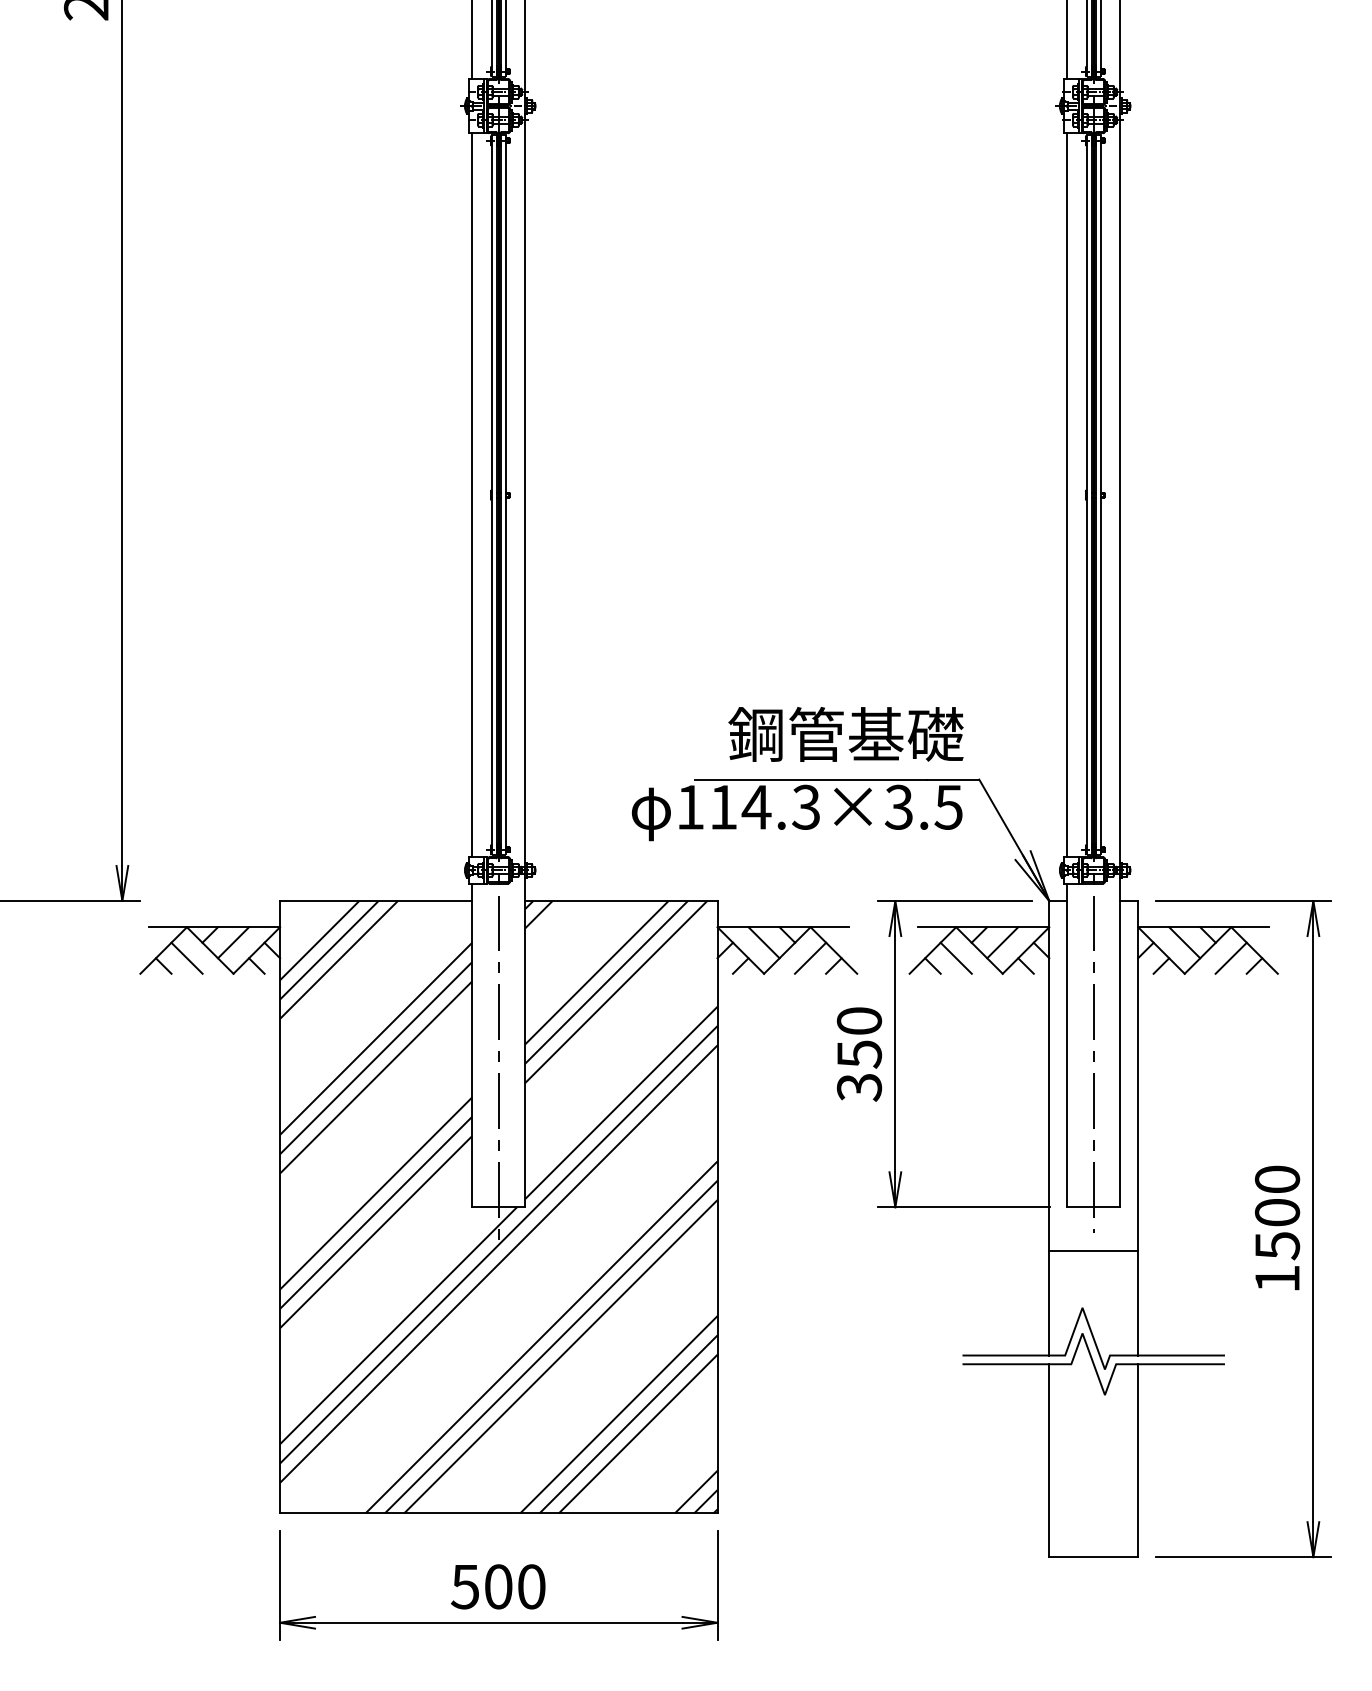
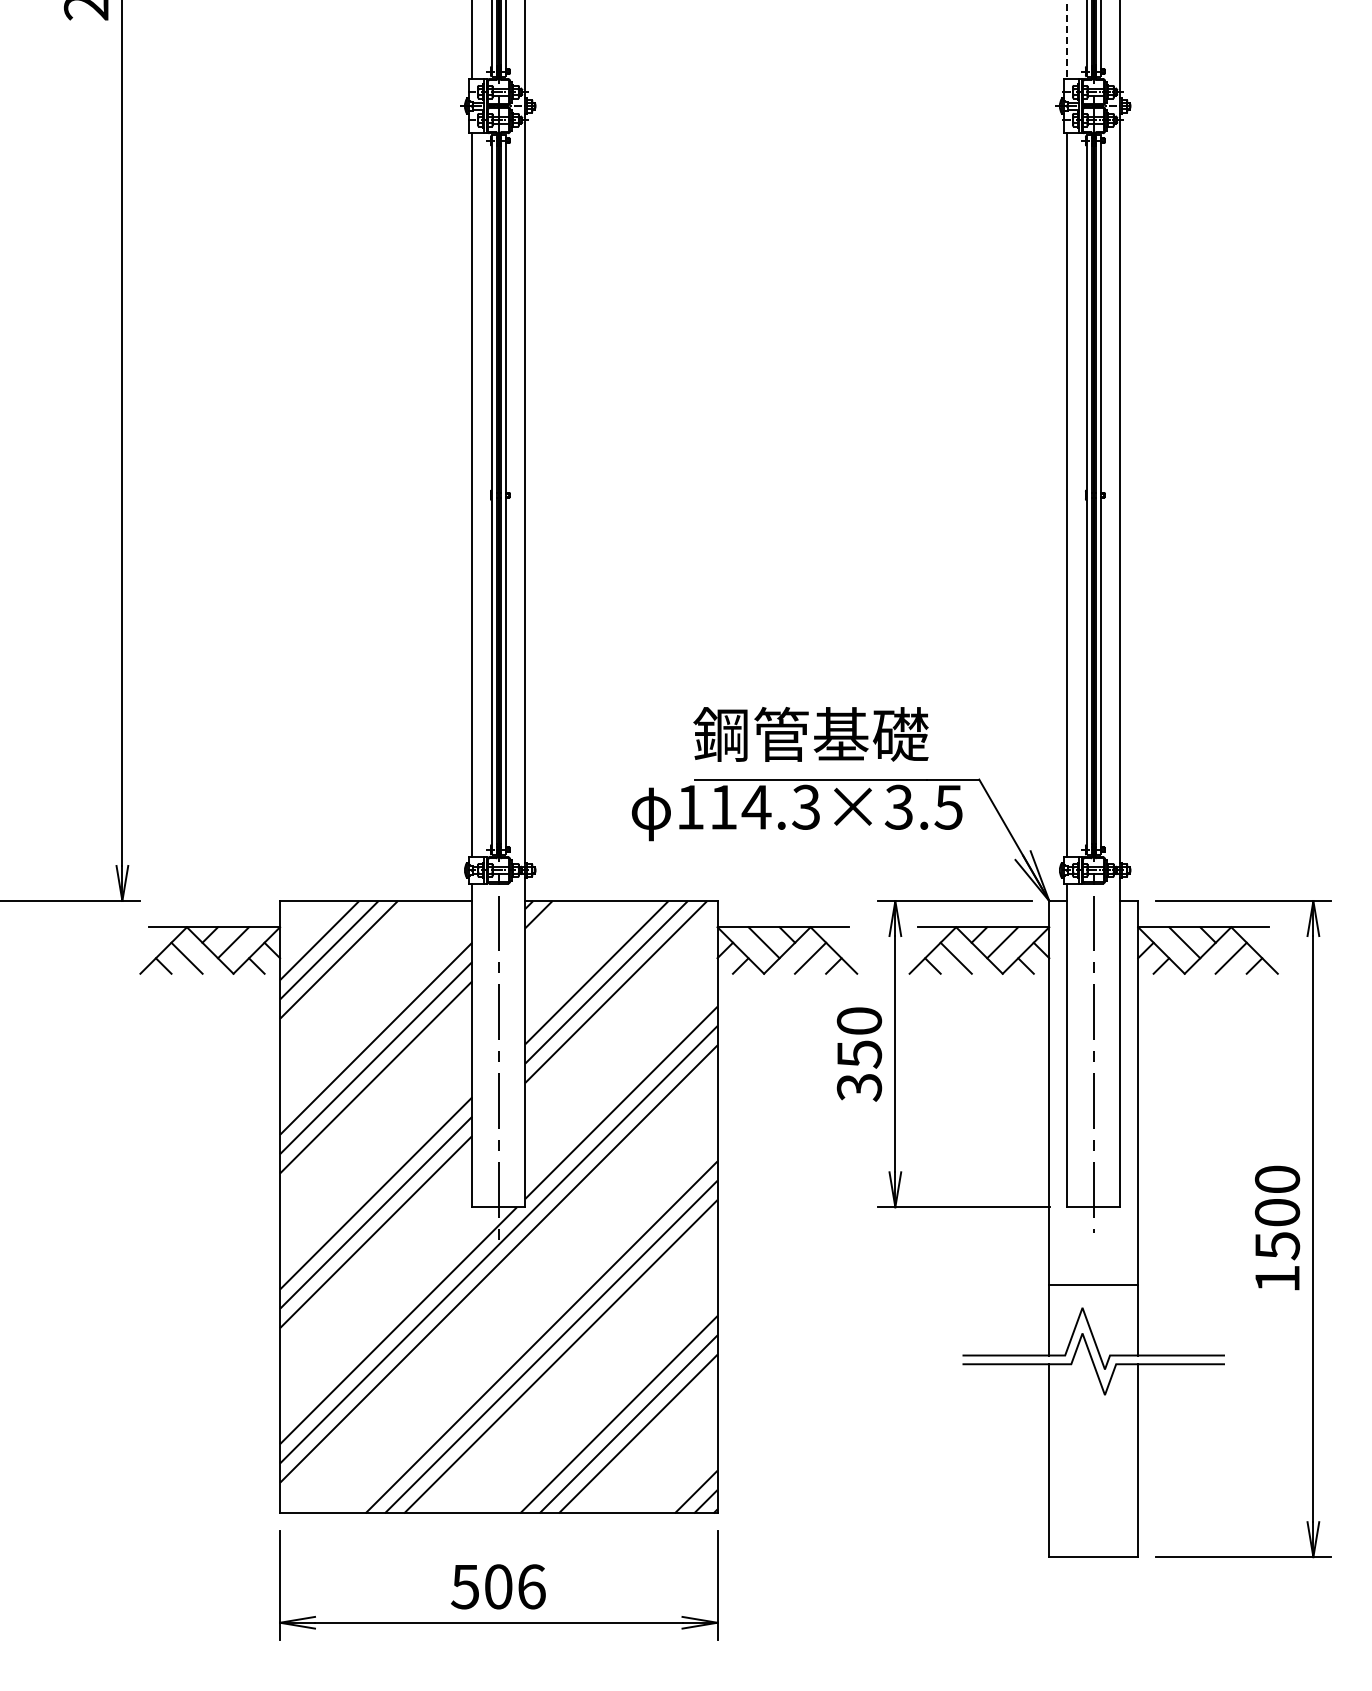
line at (1067, 40): solid -> dashed
text at (845, 734) position: (845, 734) -> (810, 734)
line at (1093, 1250) position: (1093, 1250) -> (1093, 1284)
text at (531, 1586): 500 -> 506
